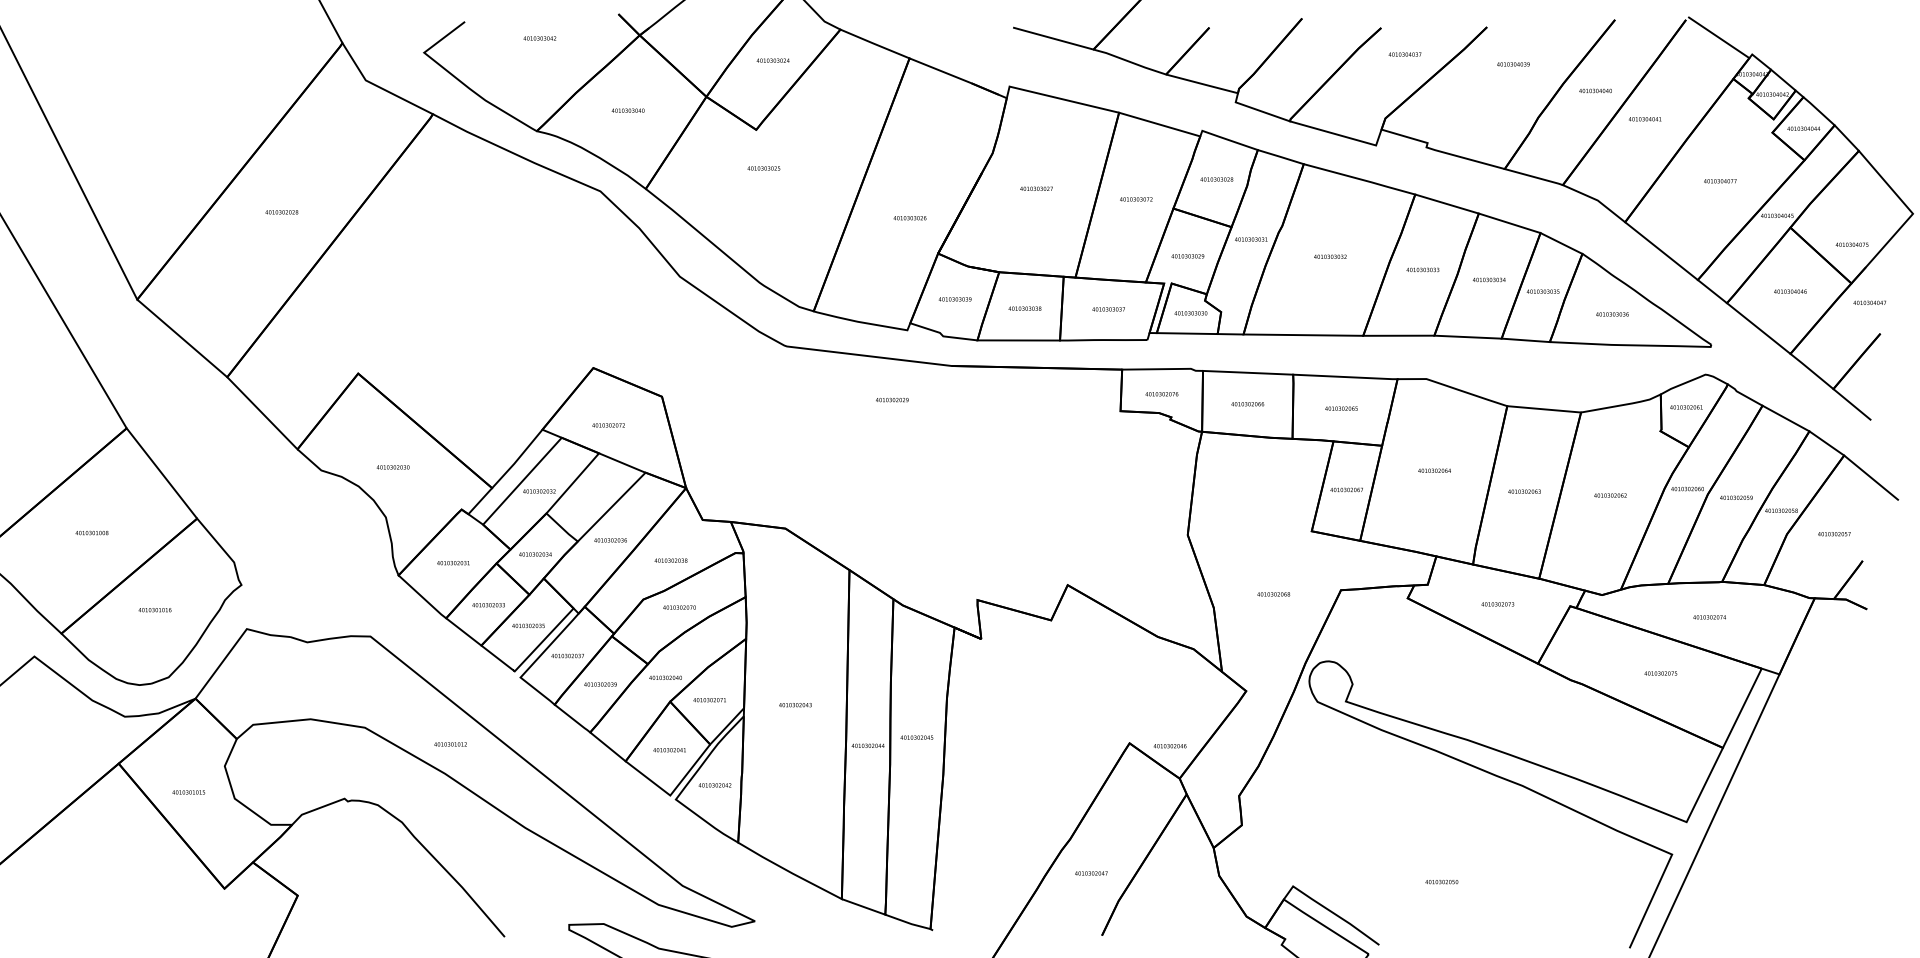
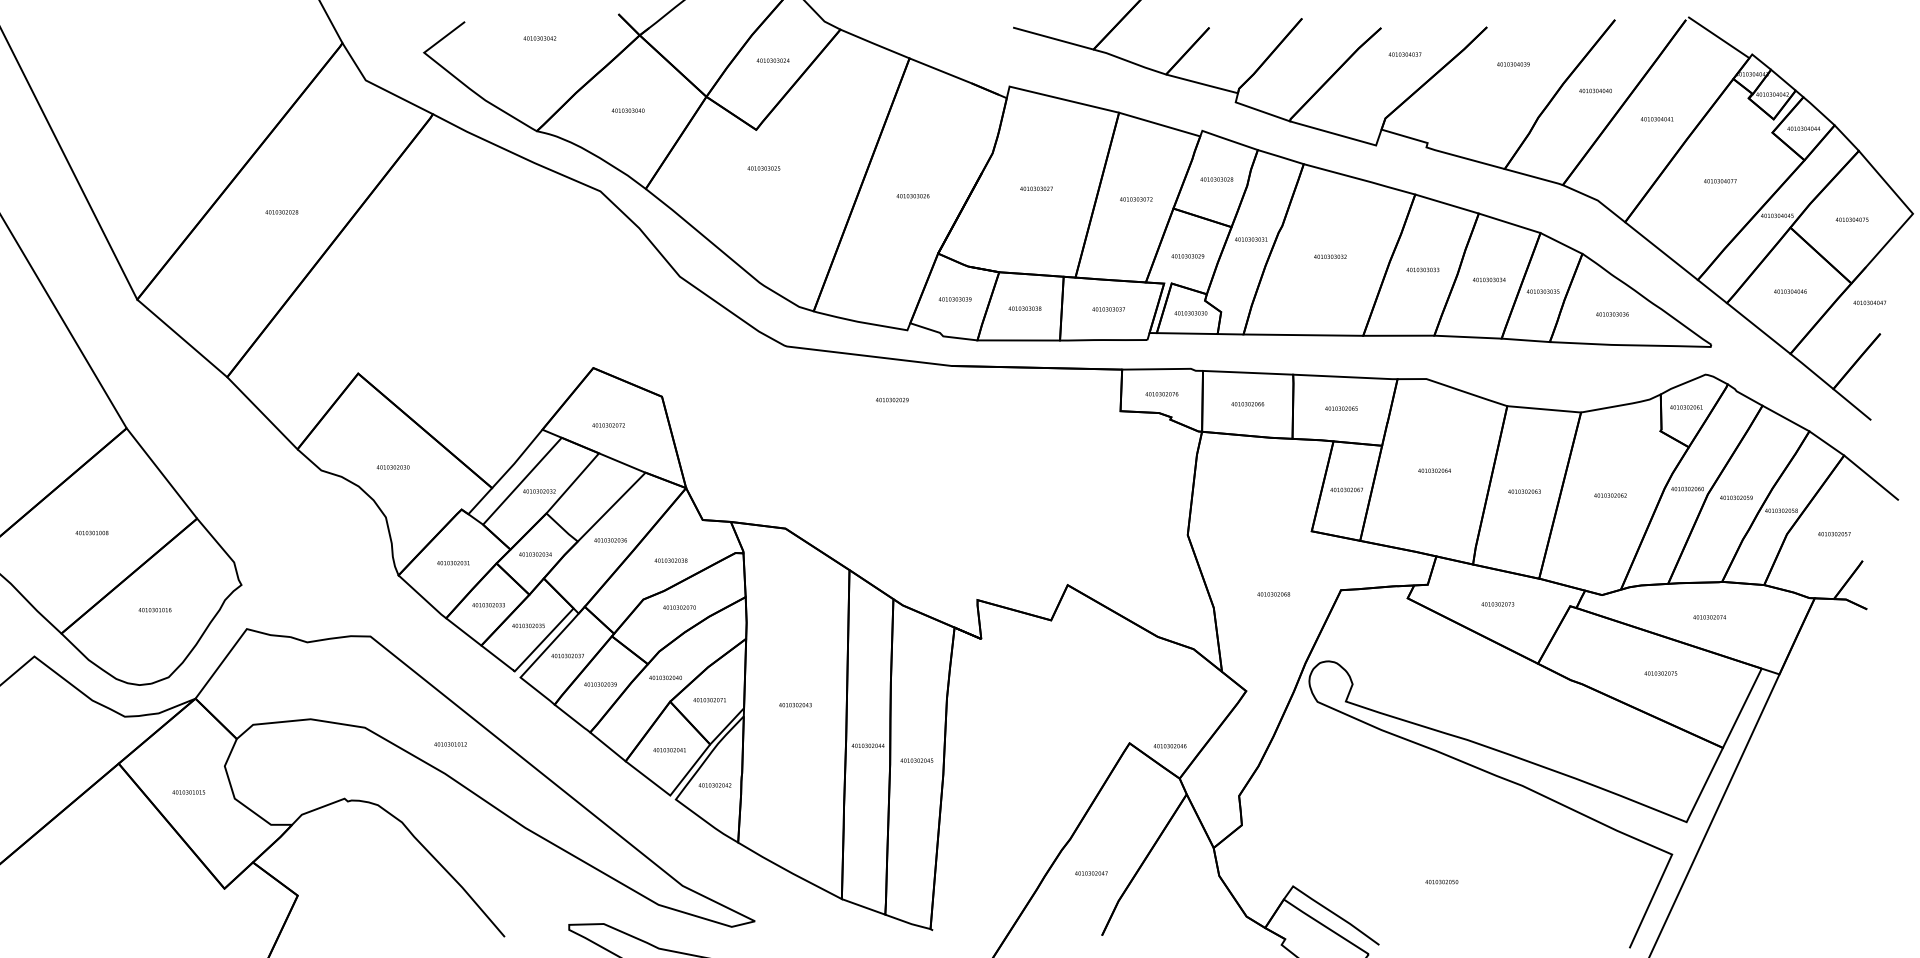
text at (1645, 119) position: (1645, 119) -> (1657, 119)
text at (909, 218) position: (909, 218) -> (912, 196)
text at (1851, 244) position: (1851, 244) -> (1851, 219)
text at (916, 737) position: (916, 737) -> (916, 760)
